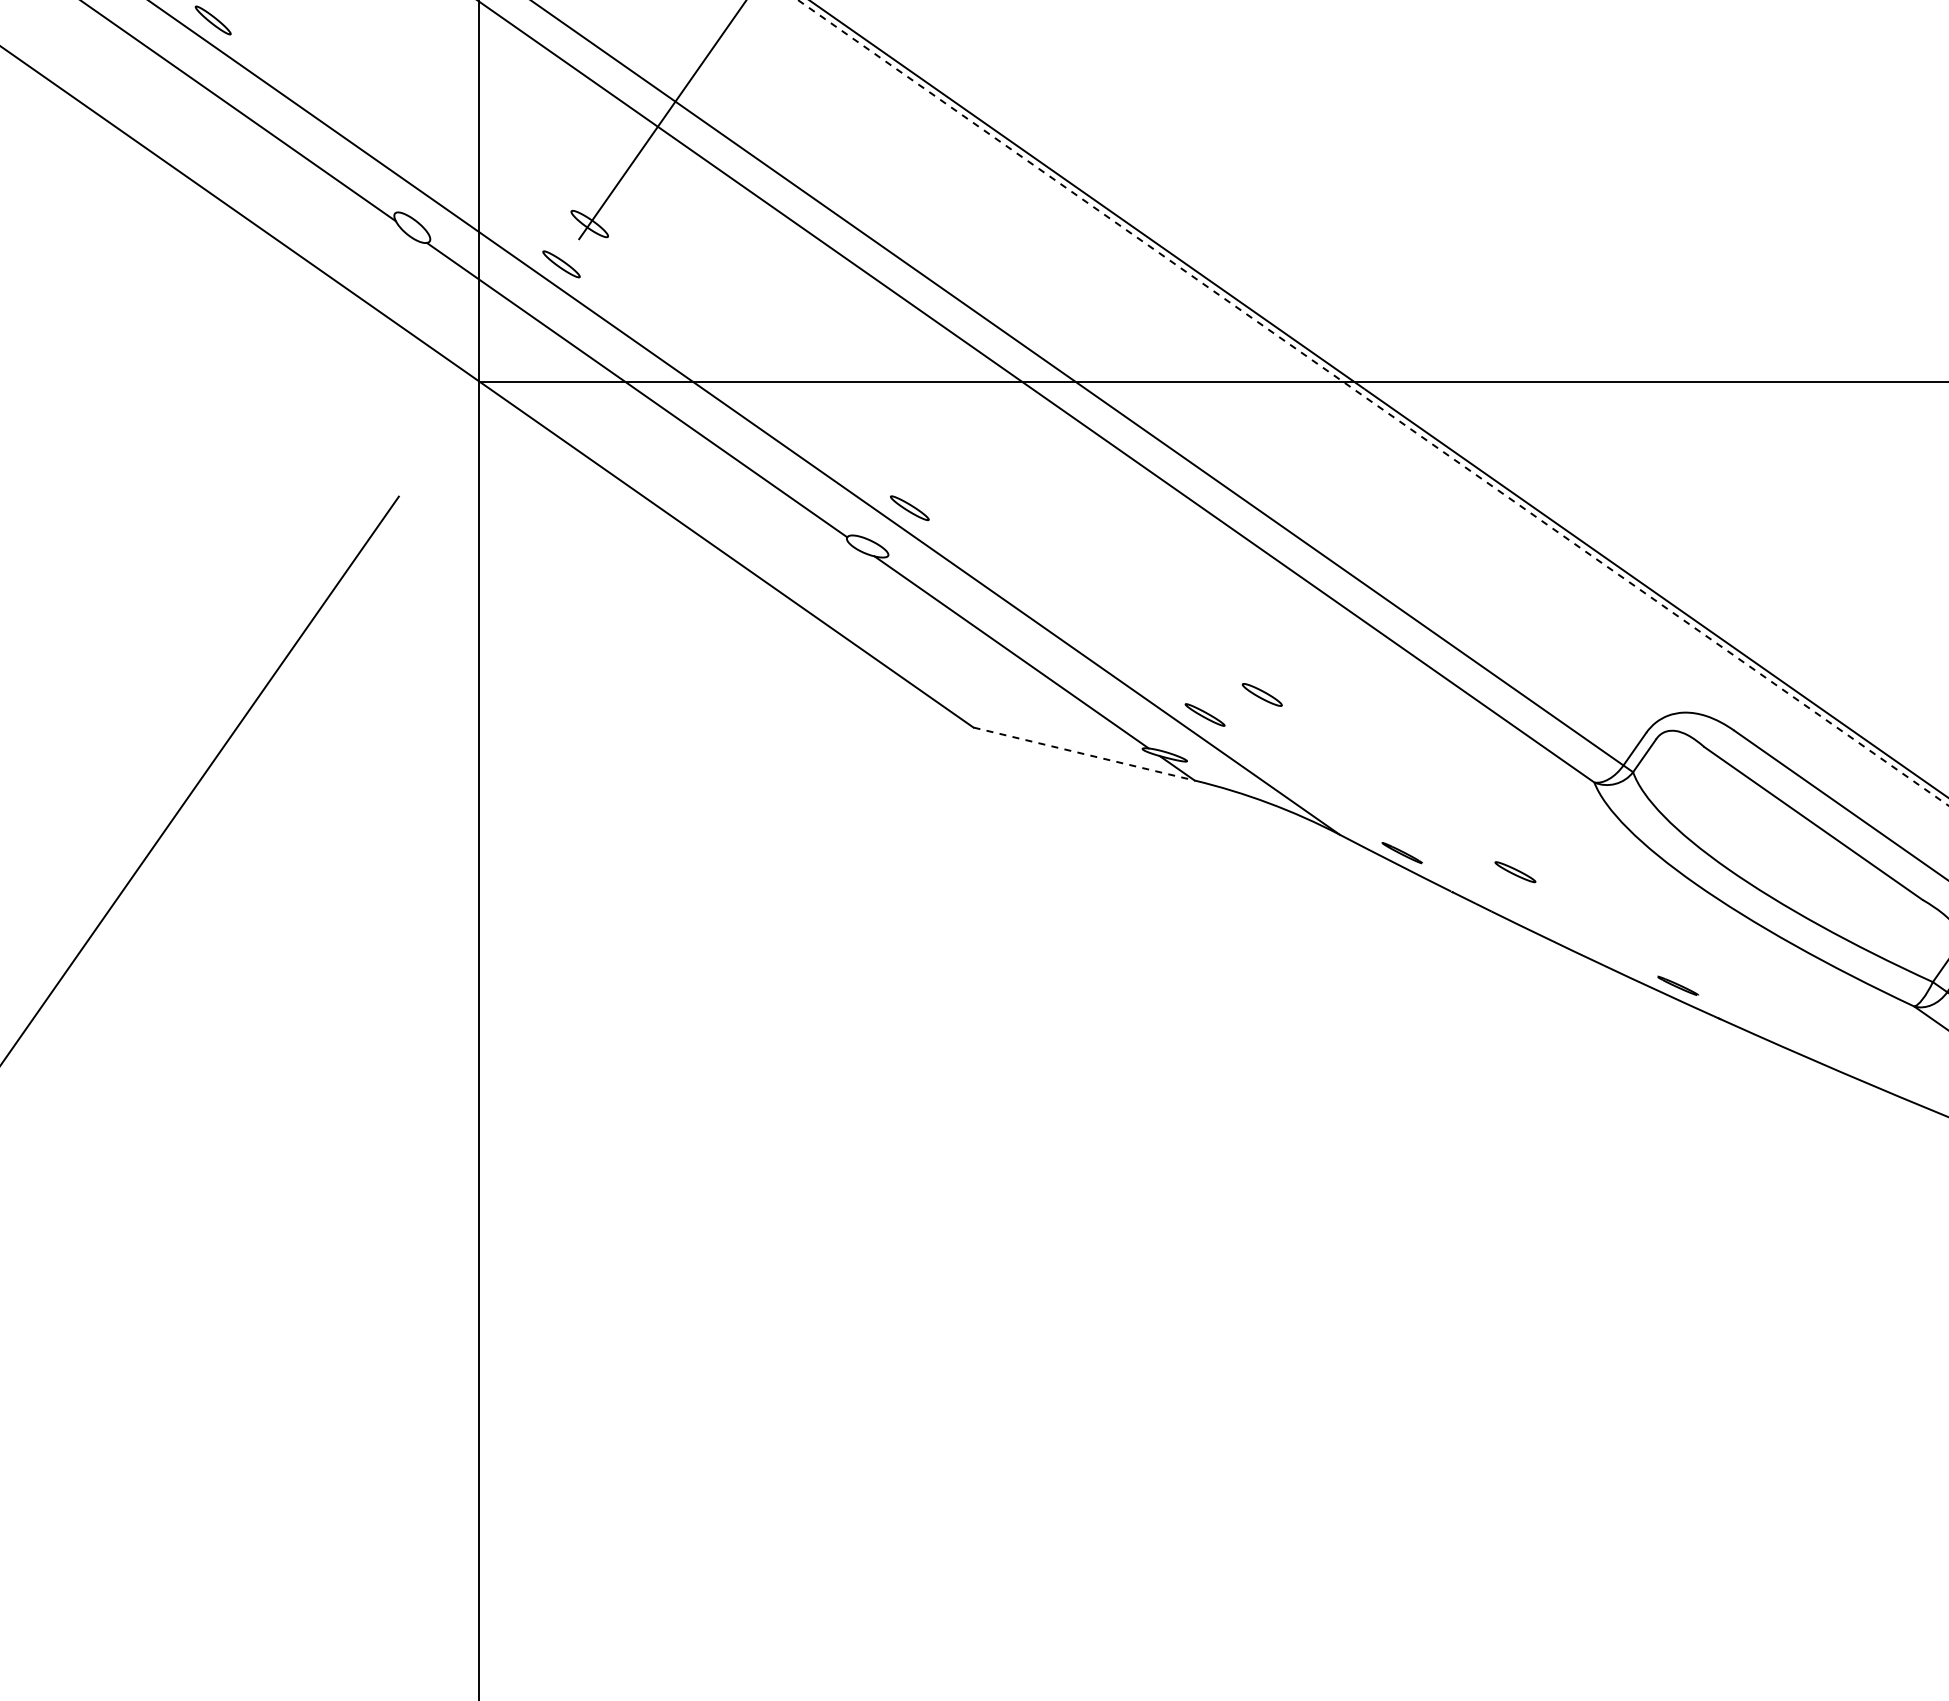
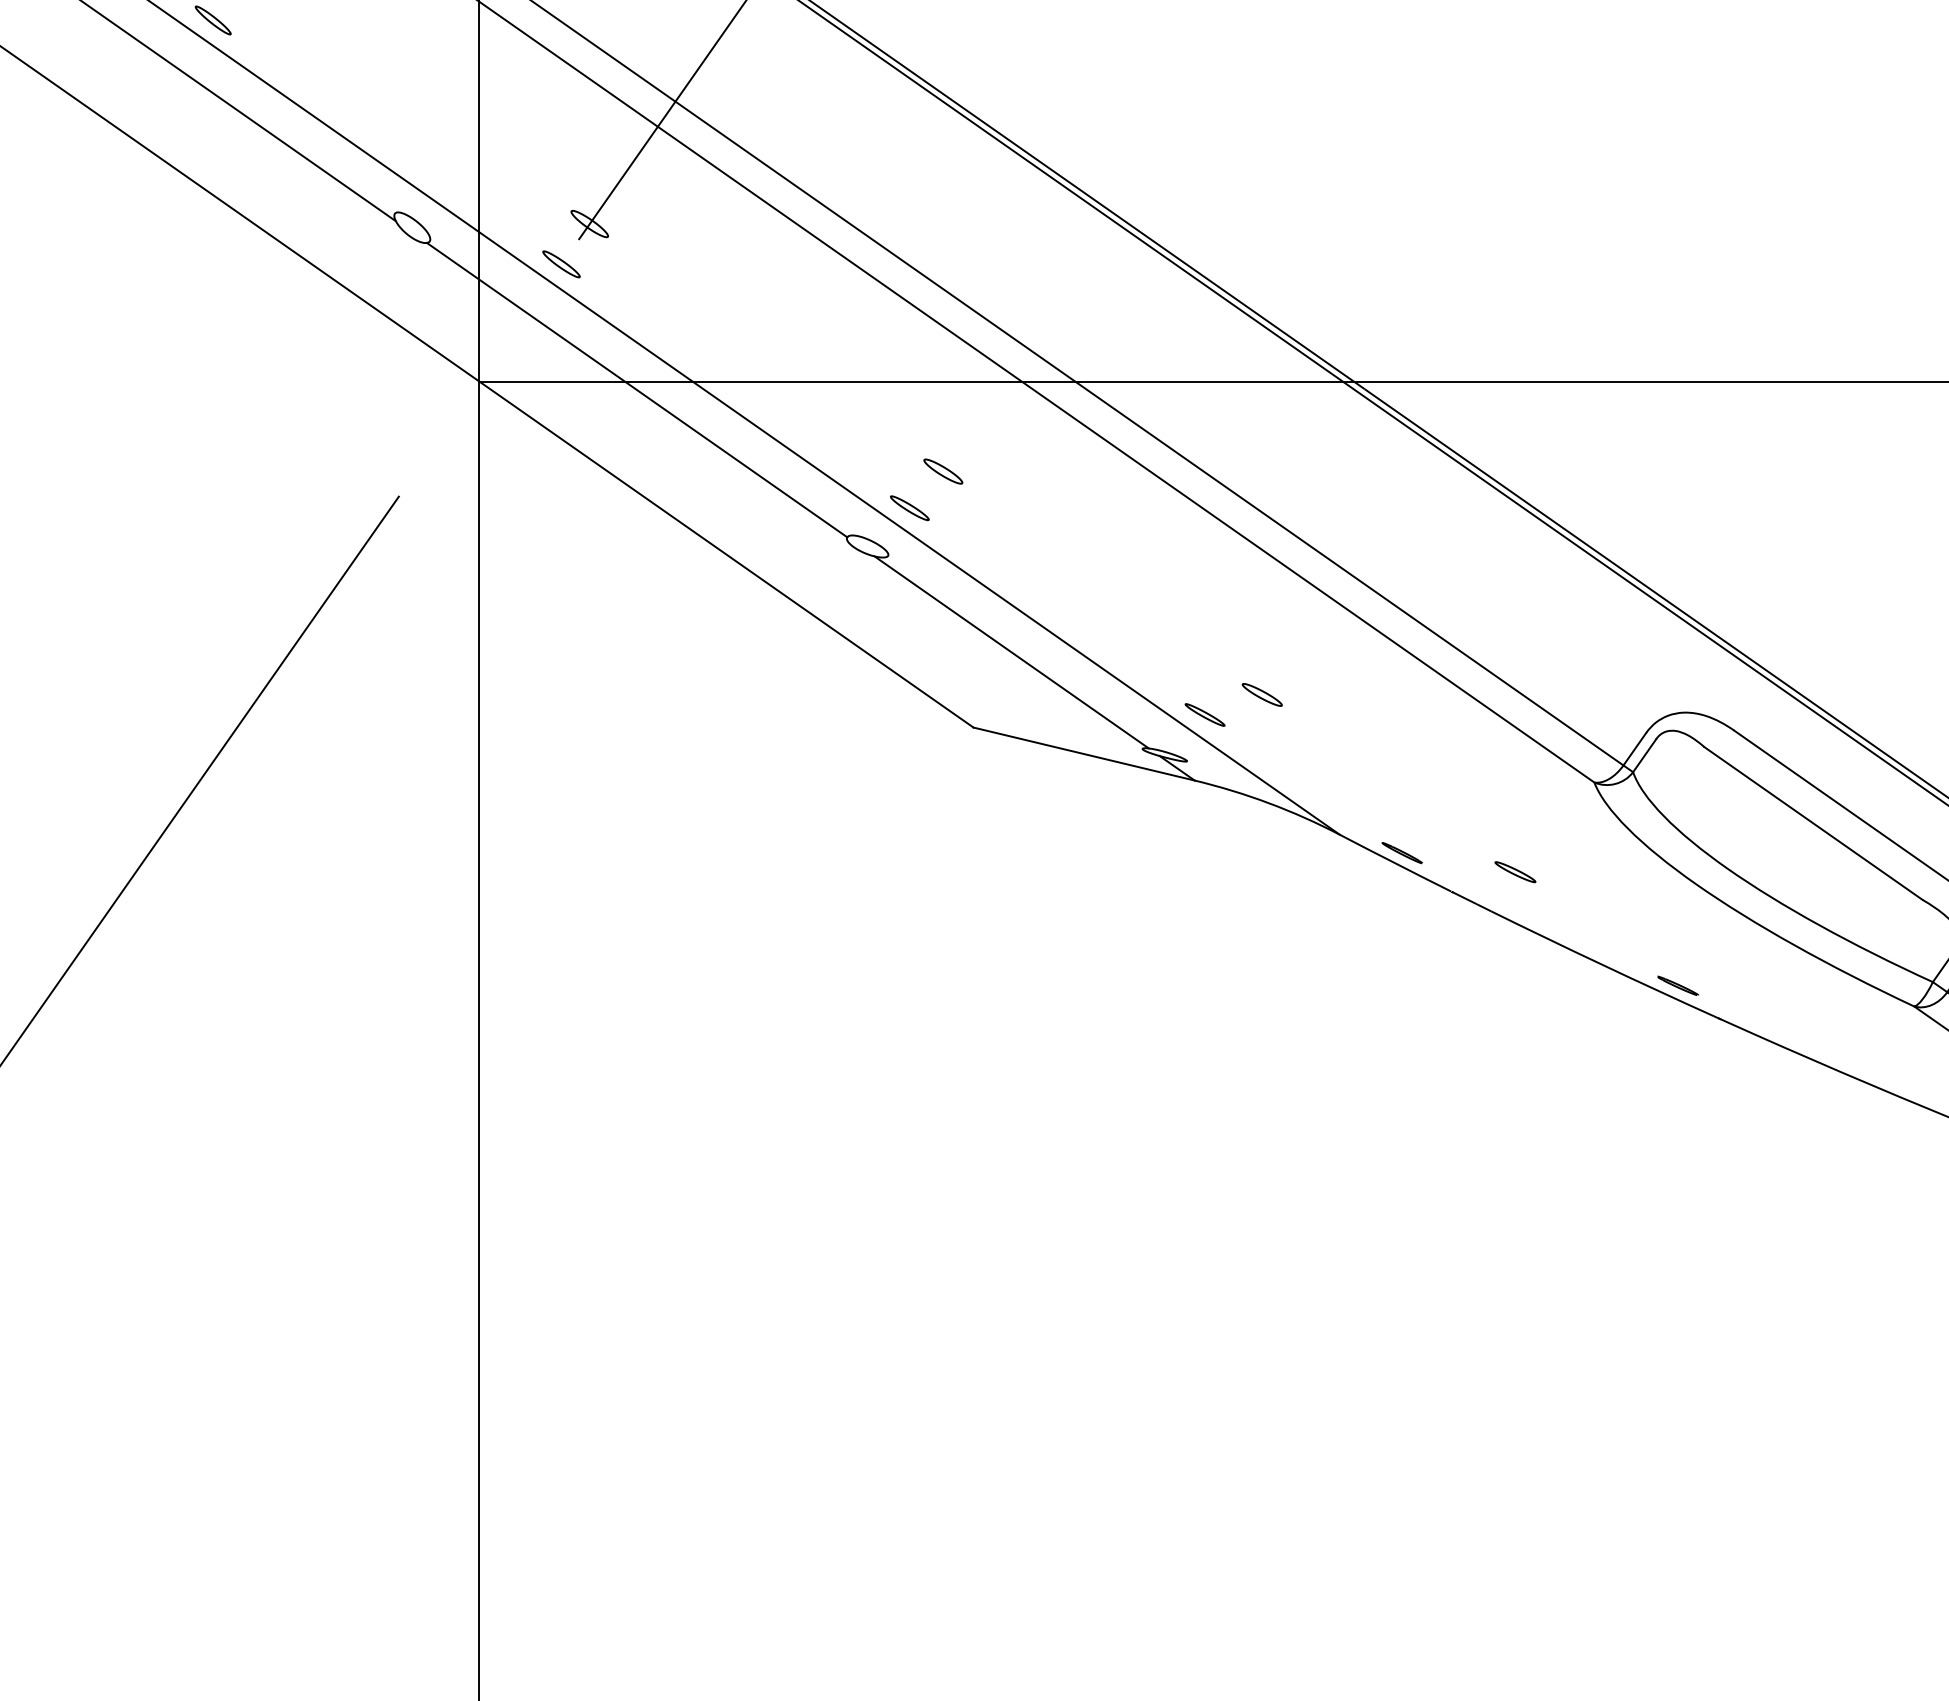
line at (1372, 402): dashed -> solid
part at (943, 471): none -> present
line at (1084, 754): dashed -> solid
